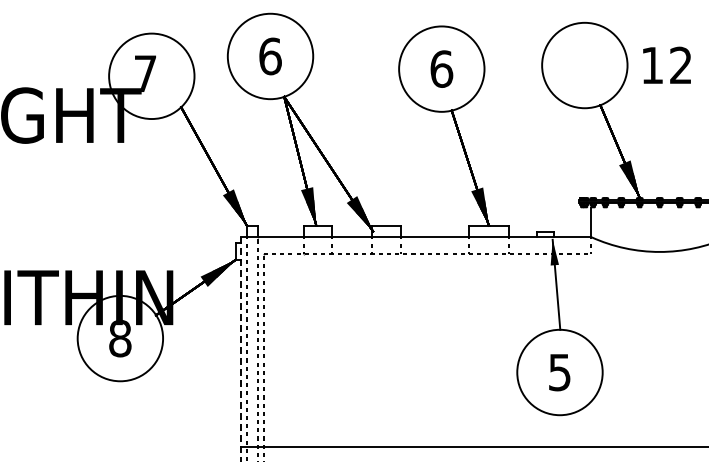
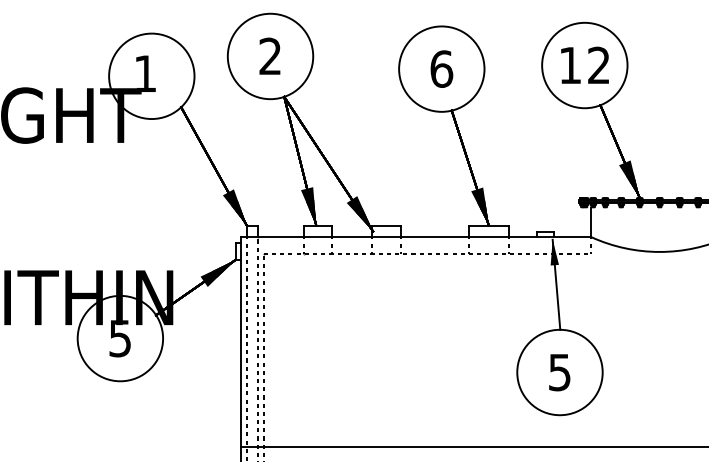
text at (270, 56): 6 -> 2
text at (666, 64) position: (666, 64) -> (584, 64)
text at (145, 73): 7 -> 1
text at (120, 338): 8 -> 5
line at (241, 350): dashed -> solid
